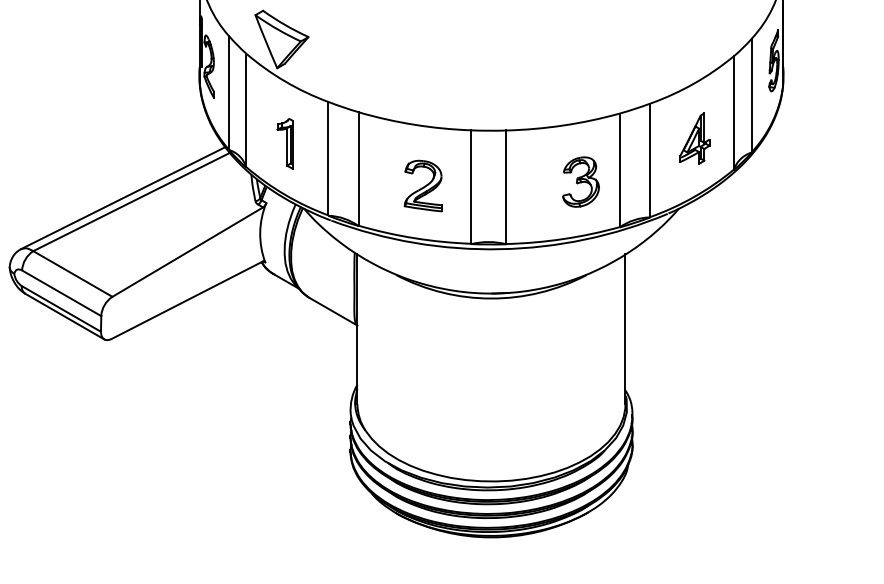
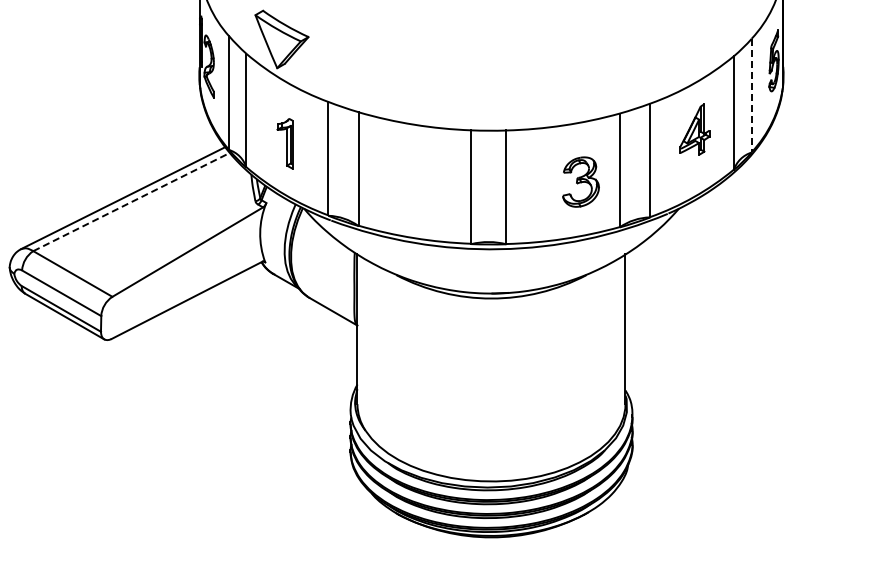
line at (751, 95): solid -> dashed
part at (694, 138) position: (694, 138) -> (694, 129)
part at (422, 185): present -> none
line at (131, 202): solid -> dashed
